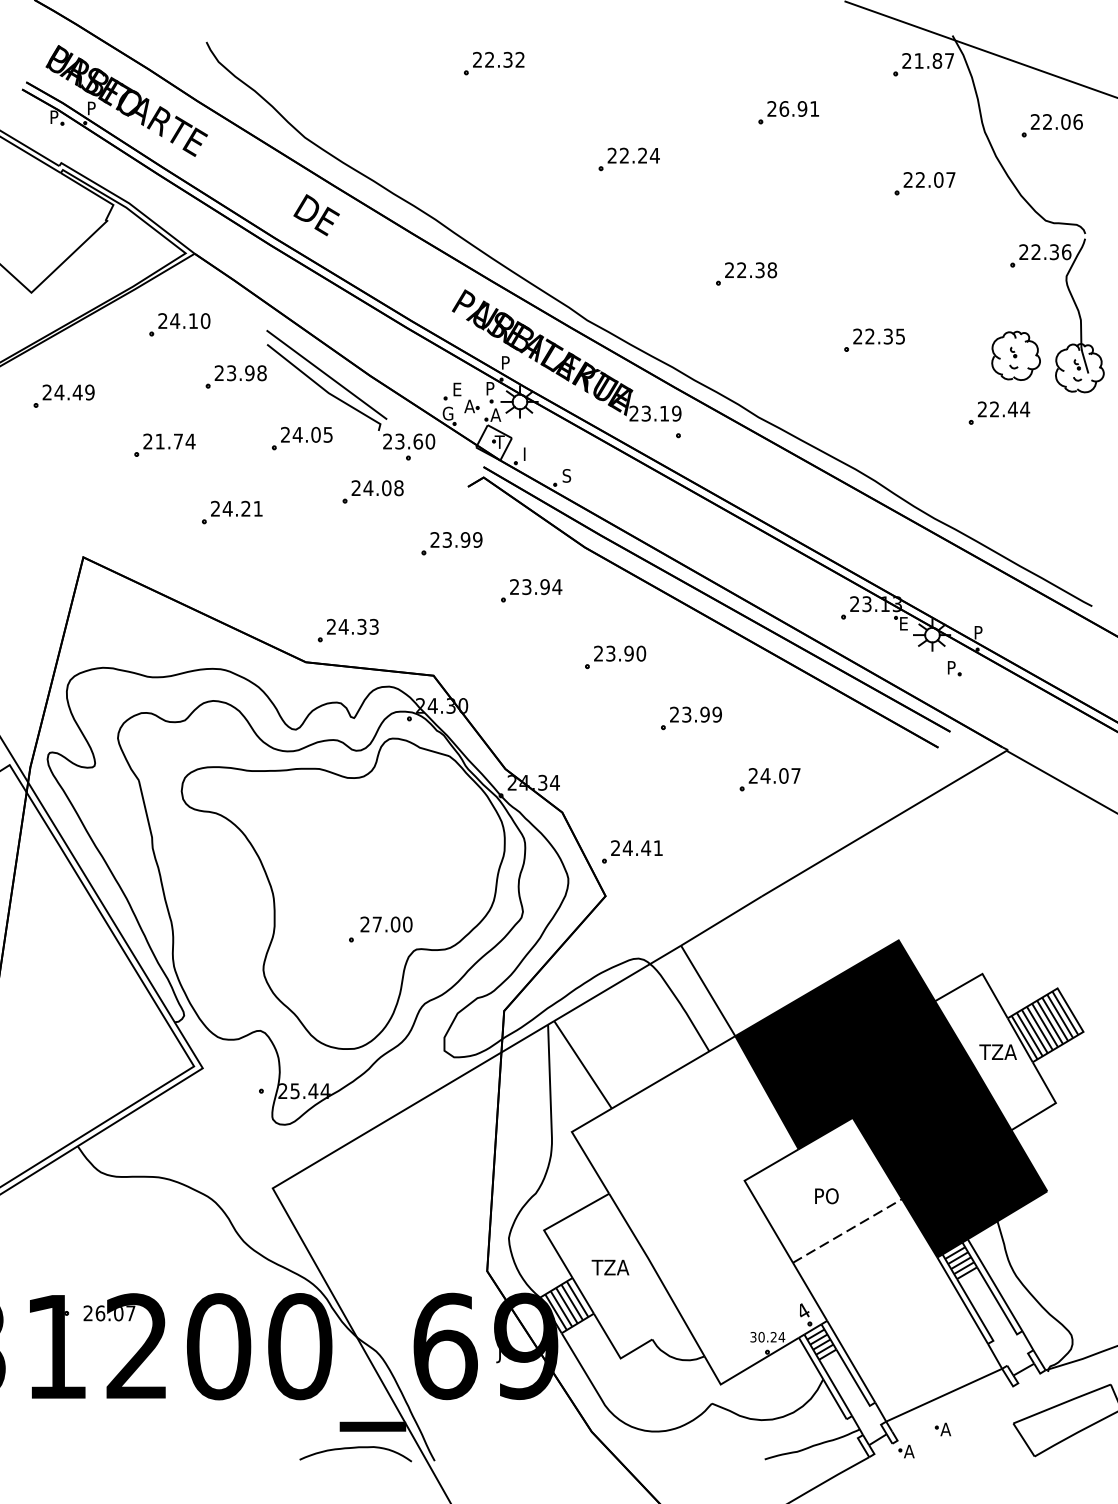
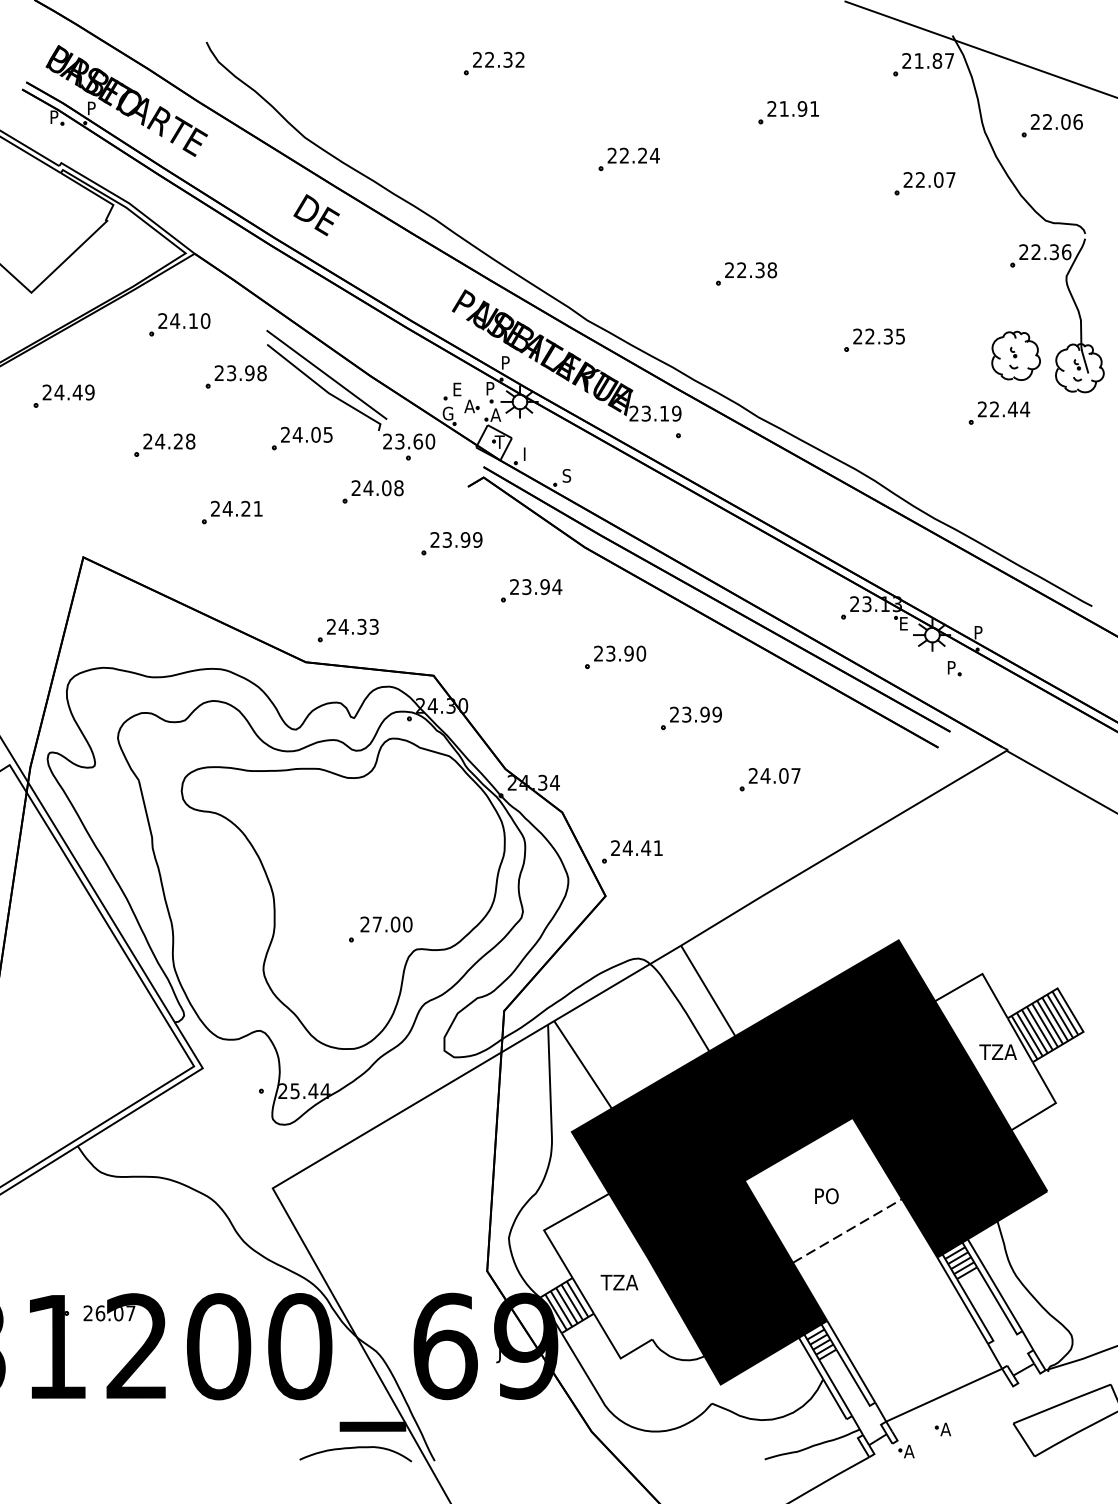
text at (784, 108): 26.91 -> 21.91
text at (175, 441): 21.74 -> 24.28
fill at (699, 1210): none -> present
text at (610, 1267) position: (610, 1267) -> (619, 1282)
